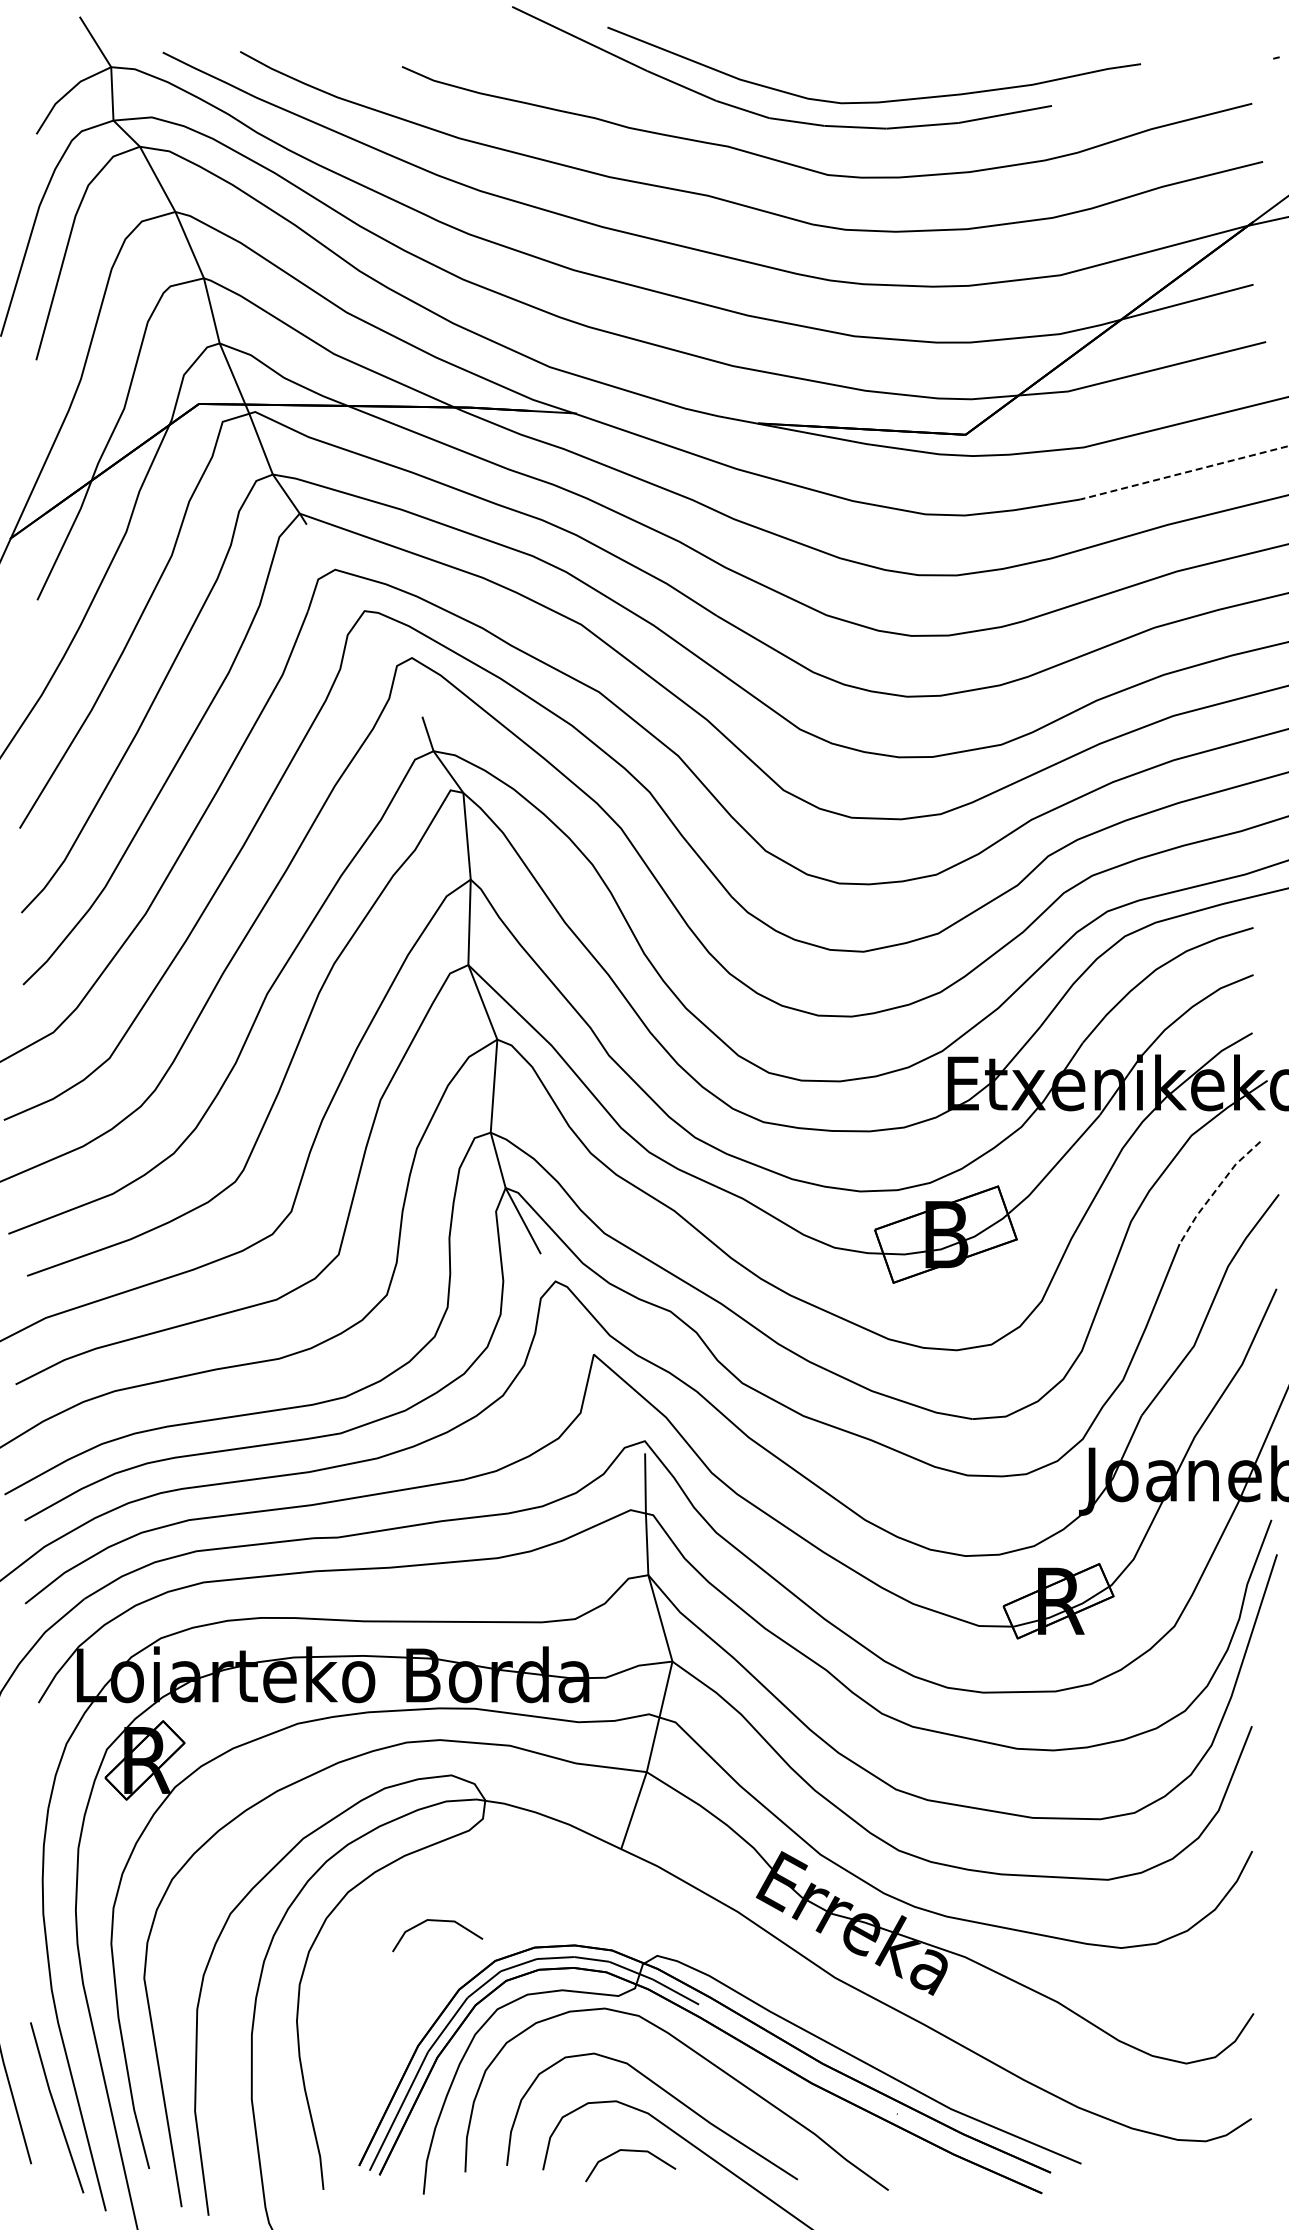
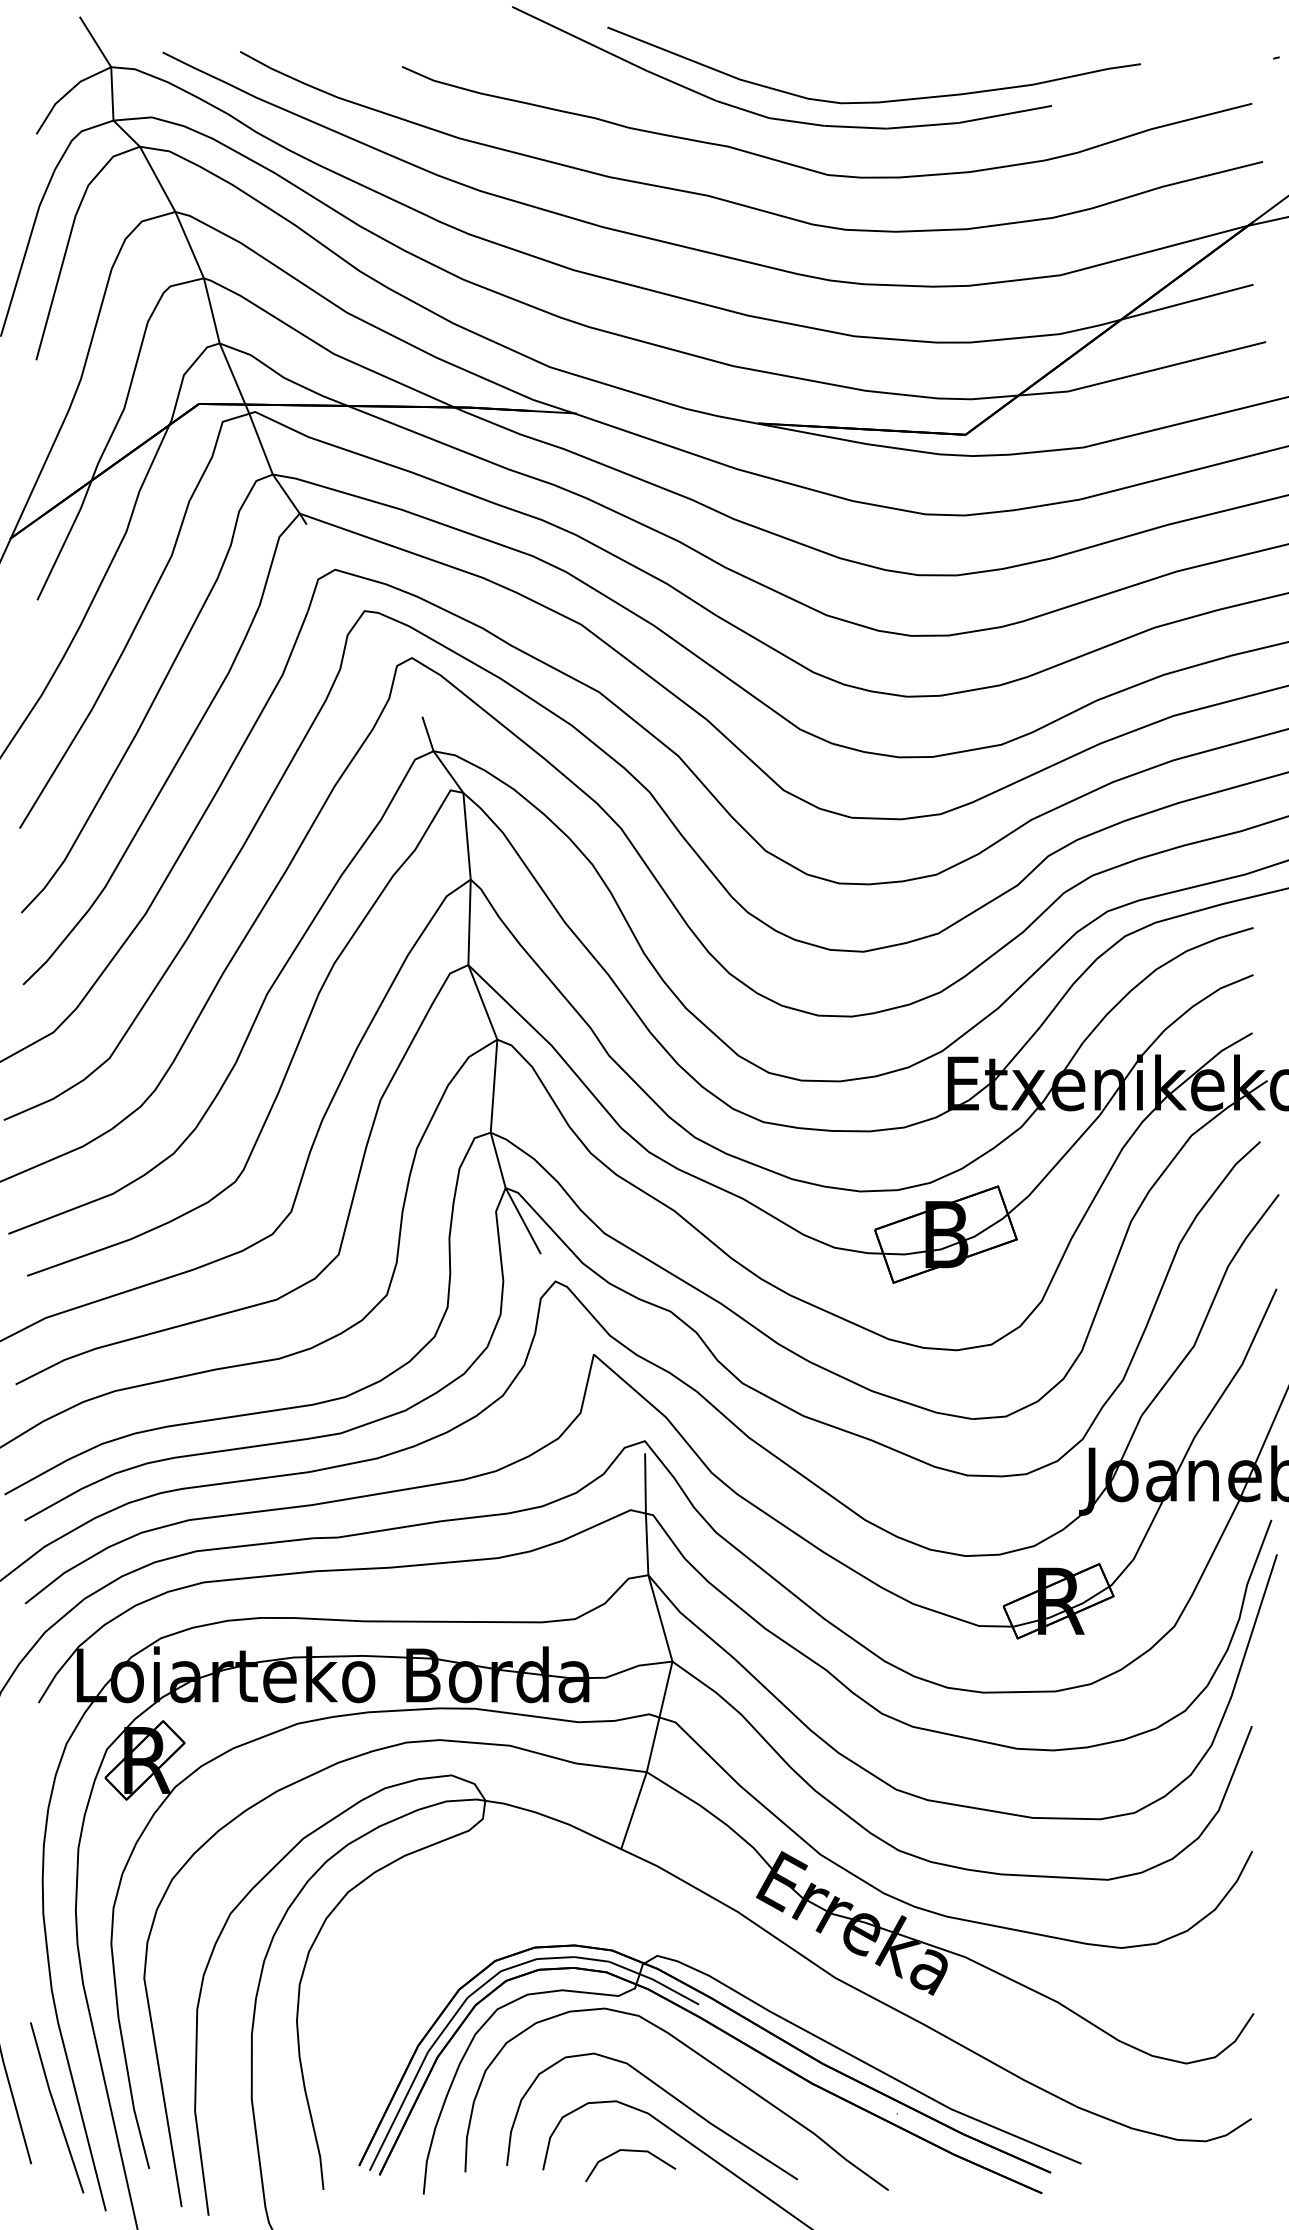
line at (1184, 472): dashed -> solid
line at (1216, 1190): dashed -> solid
line at (437, 1921): present -> none
